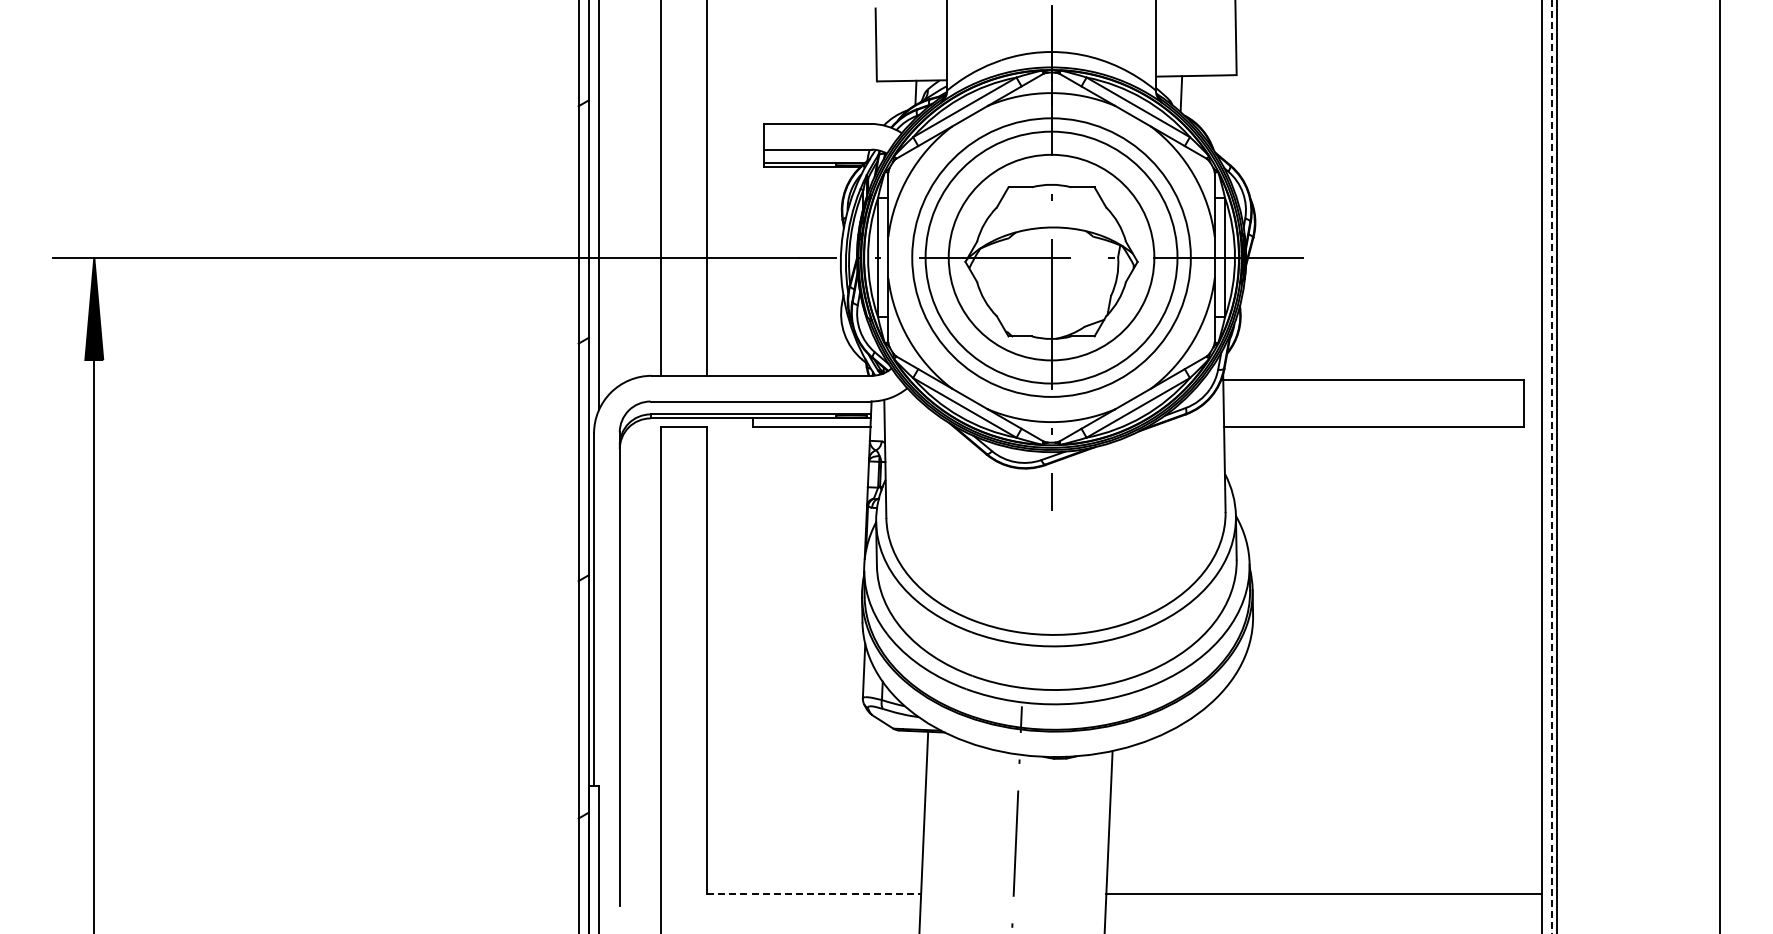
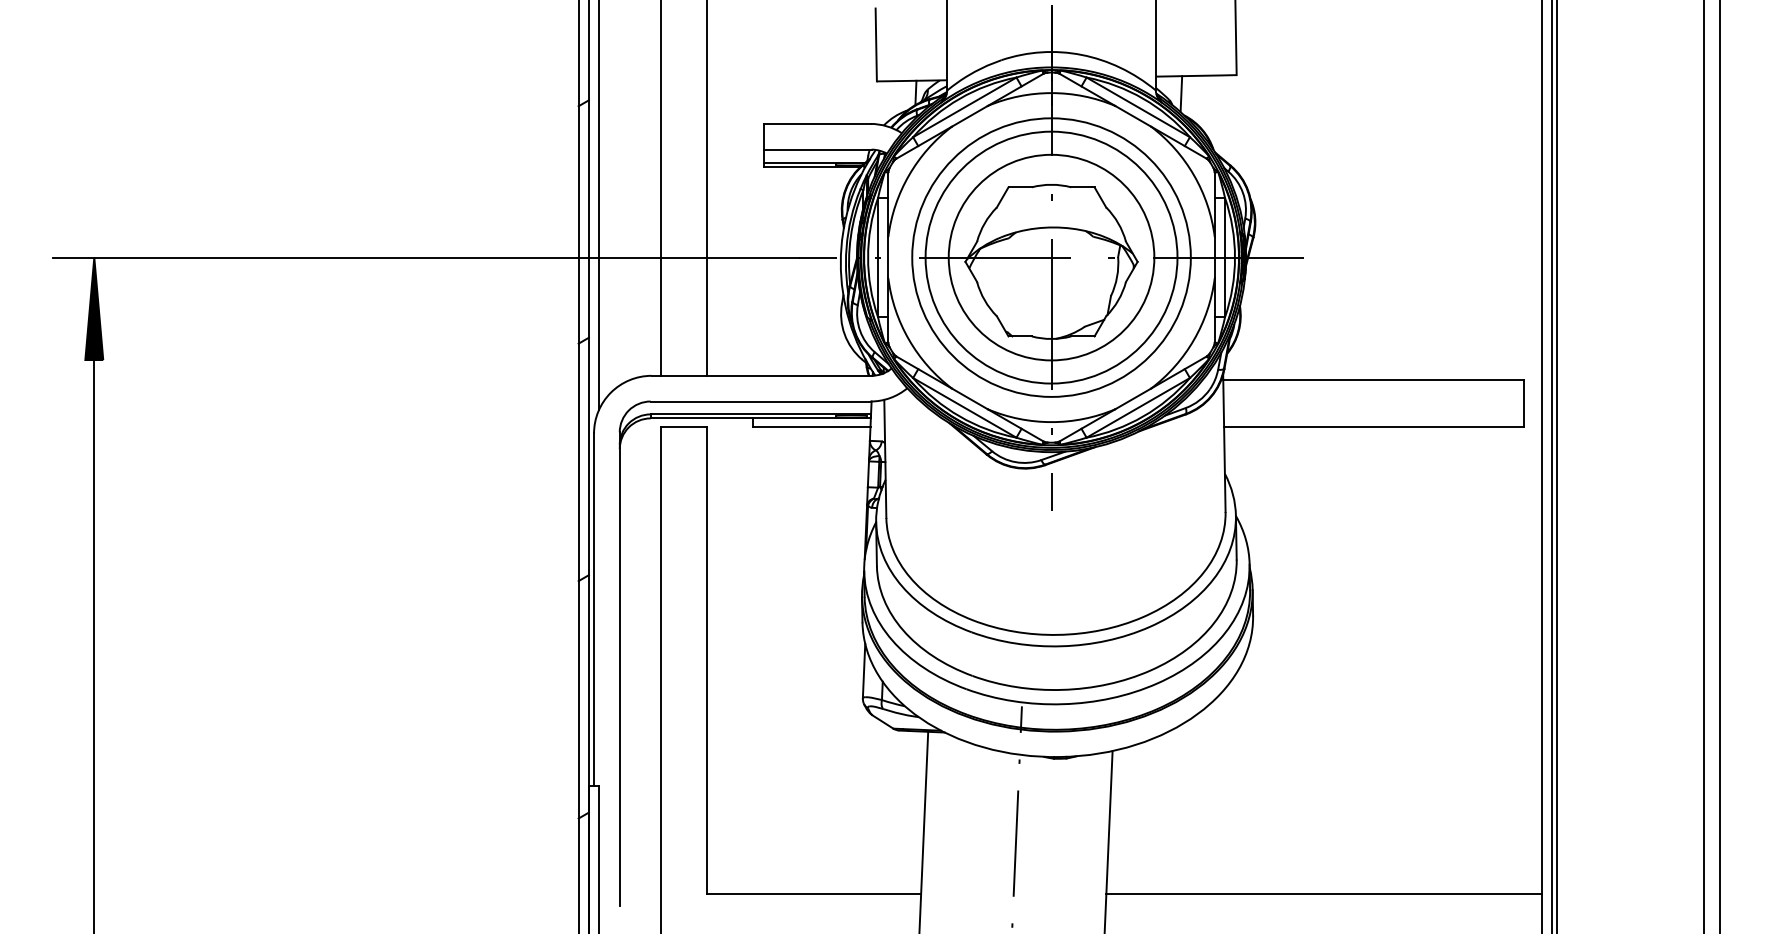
line at (1704, 466): none -> present
line at (1552, 467): dashed -> solid
line at (814, 894): dashed -> solid
